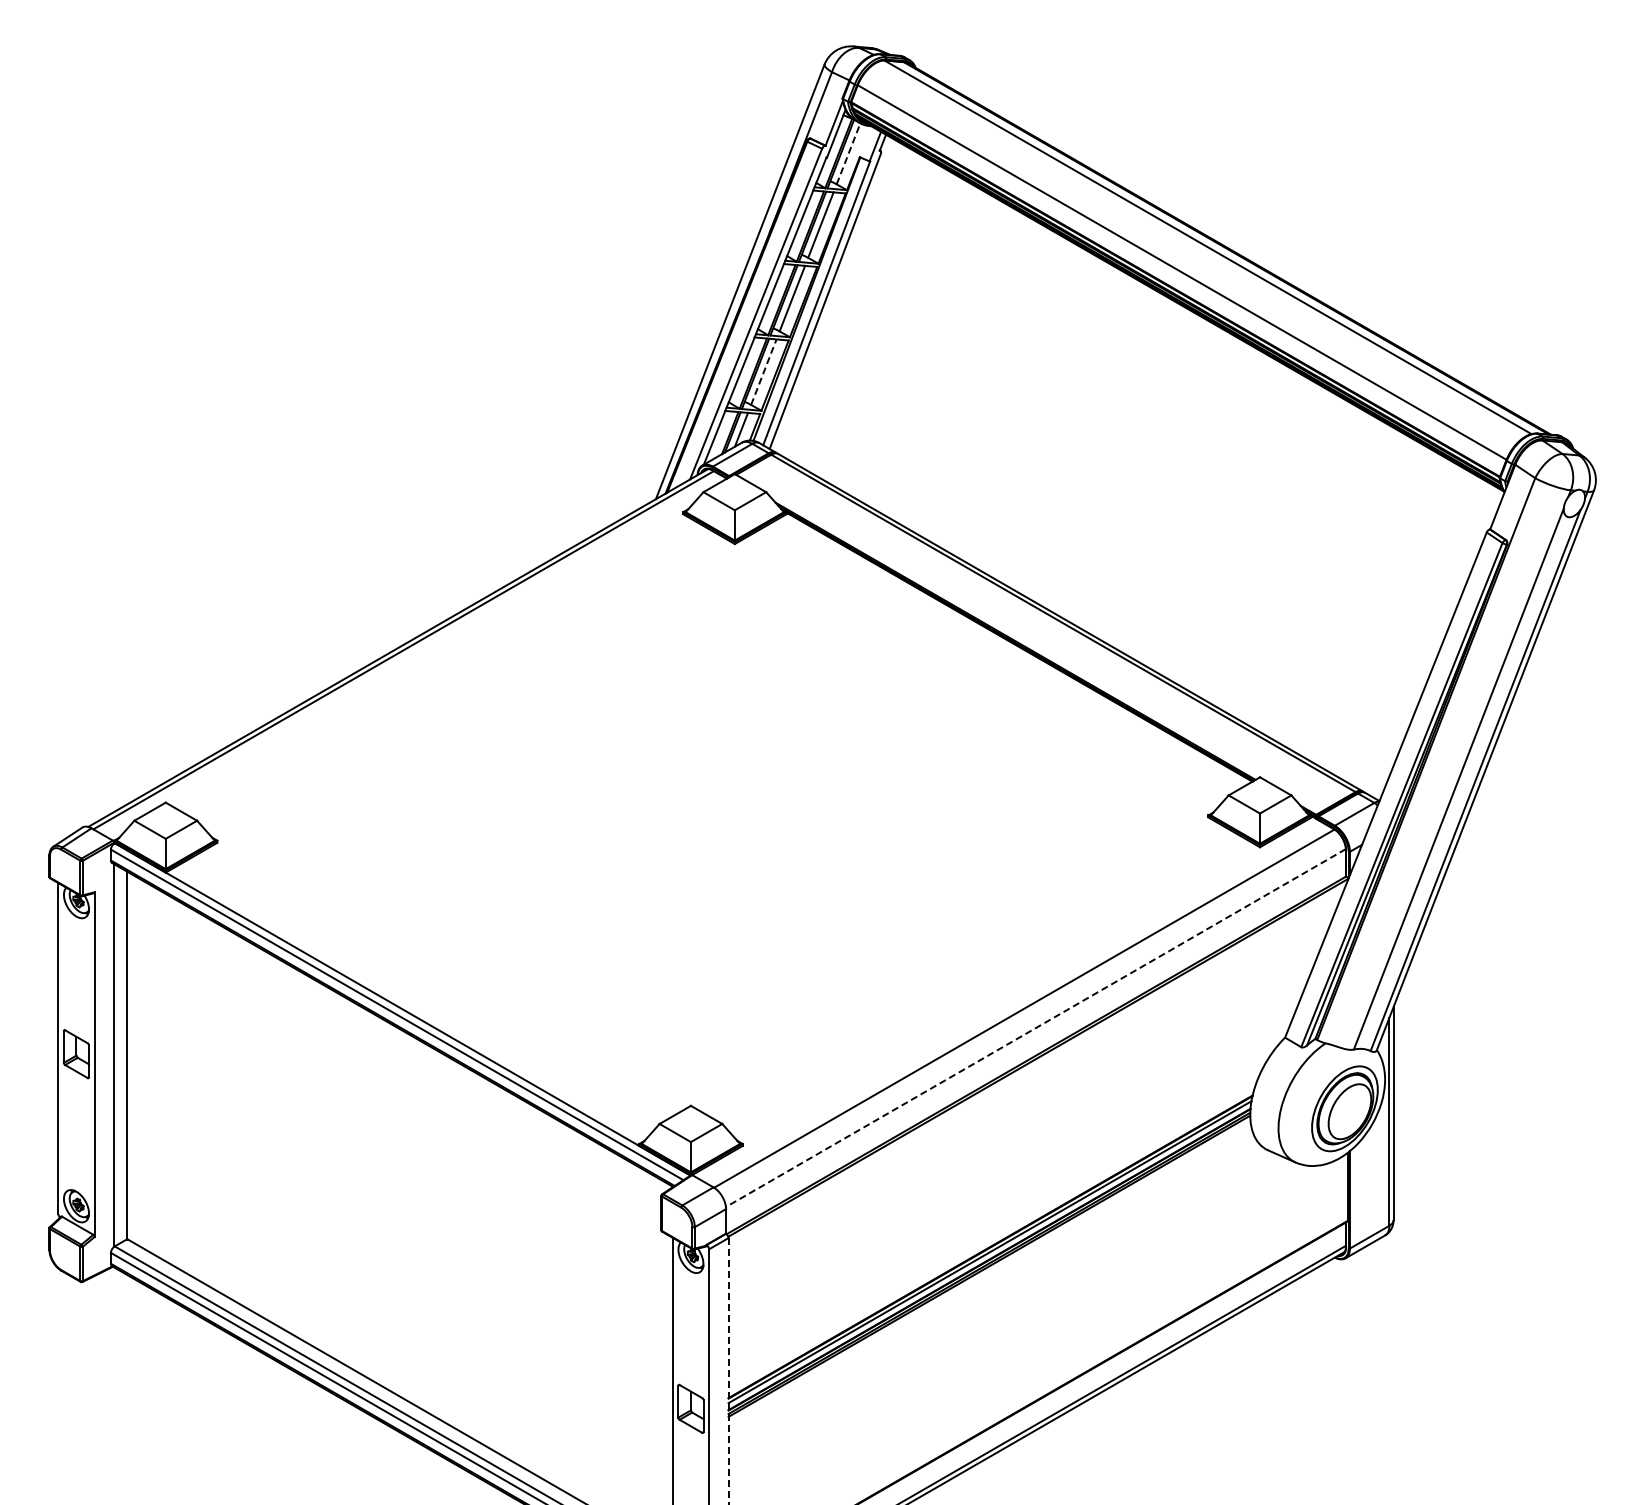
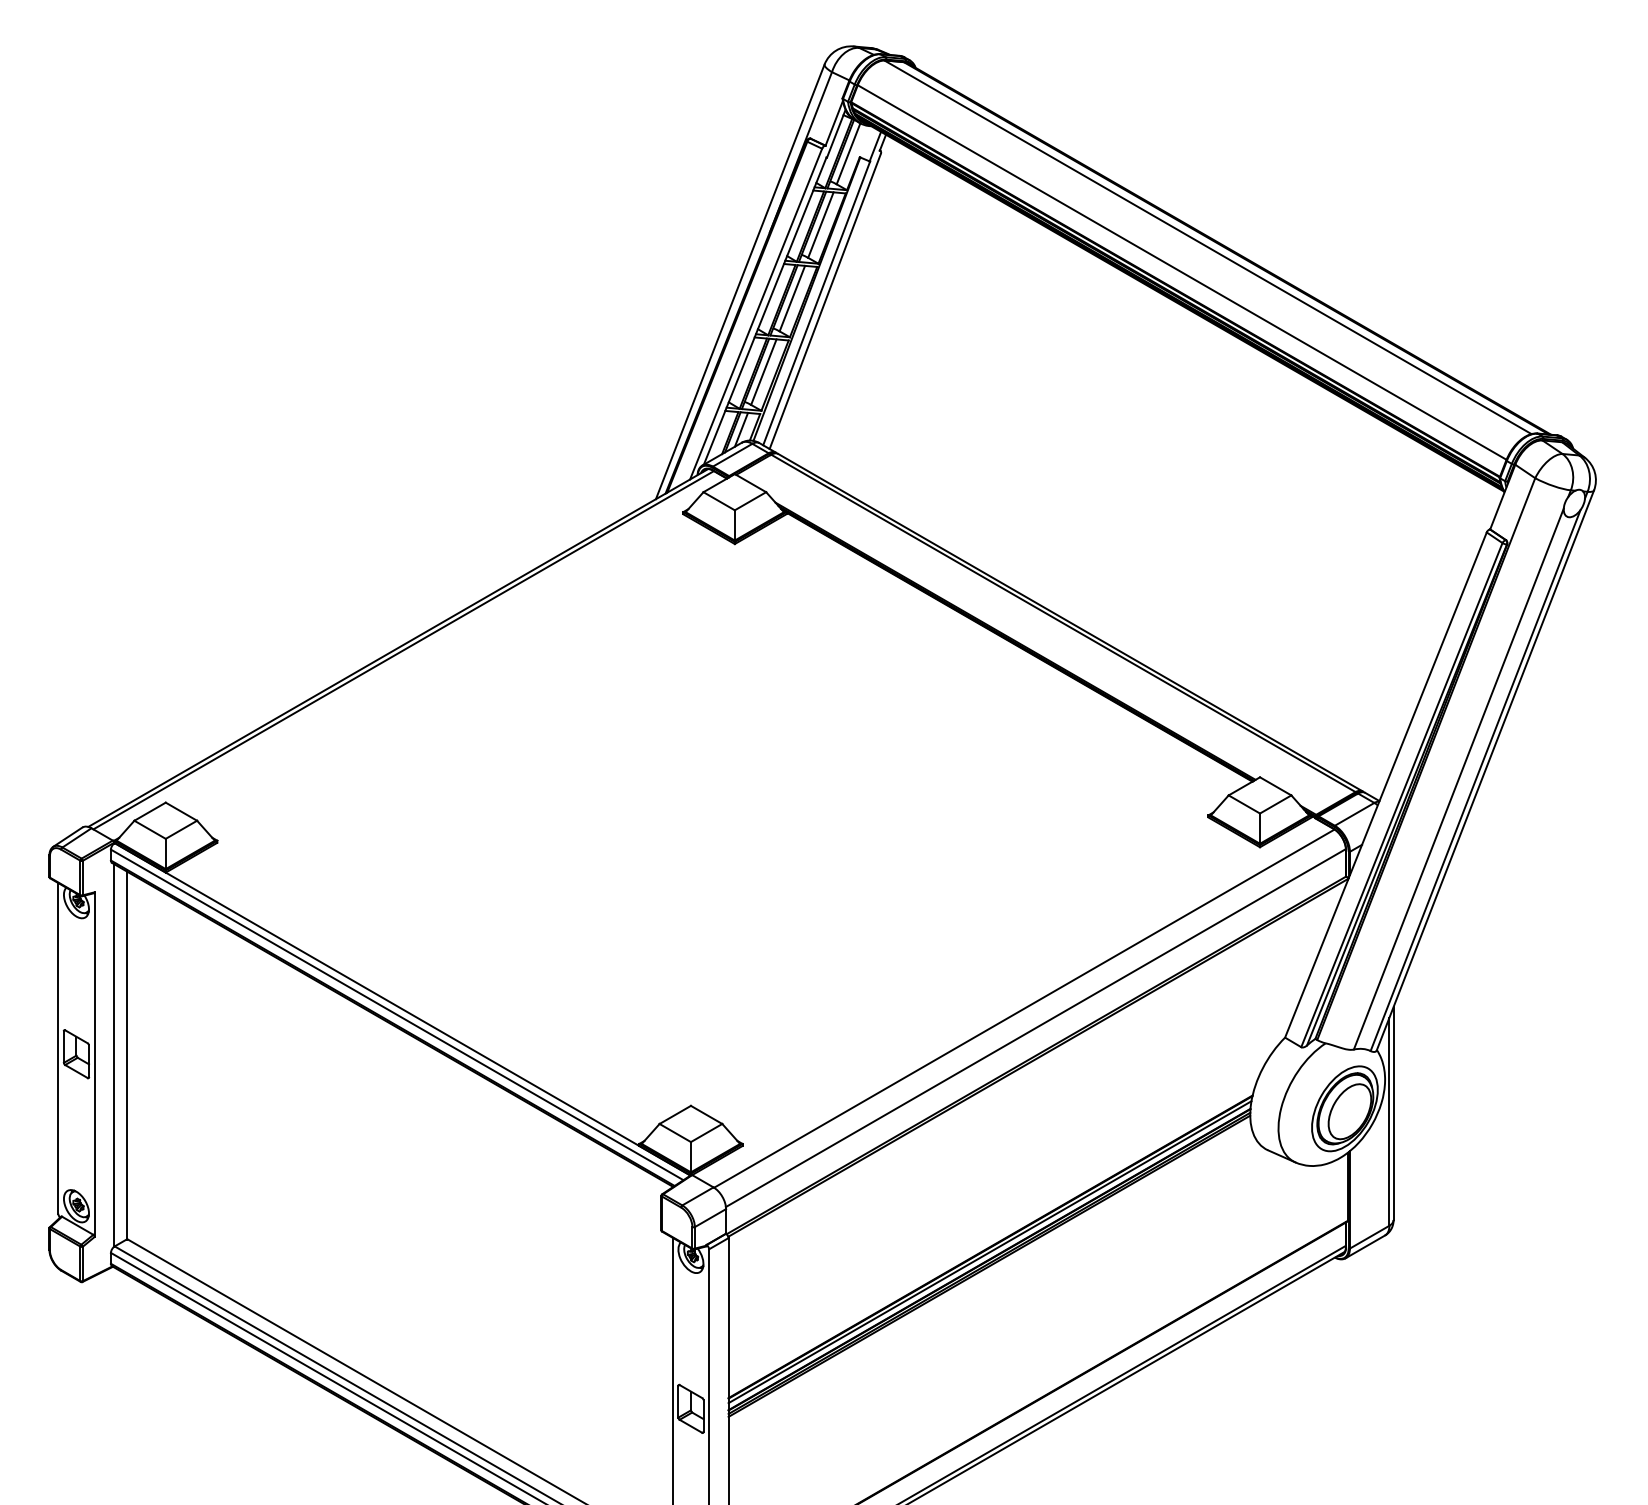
line at (848, 153): dashed -> solid
line at (764, 371): dashed -> solid
line at (1035, 1028): dashed -> solid
line at (728, 1371): dashed -> solid
